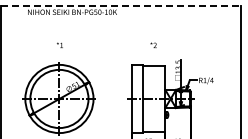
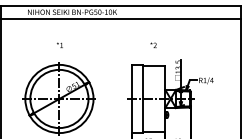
line at (121, 5): dashed -> solid
line at (121, 18): none -> present
